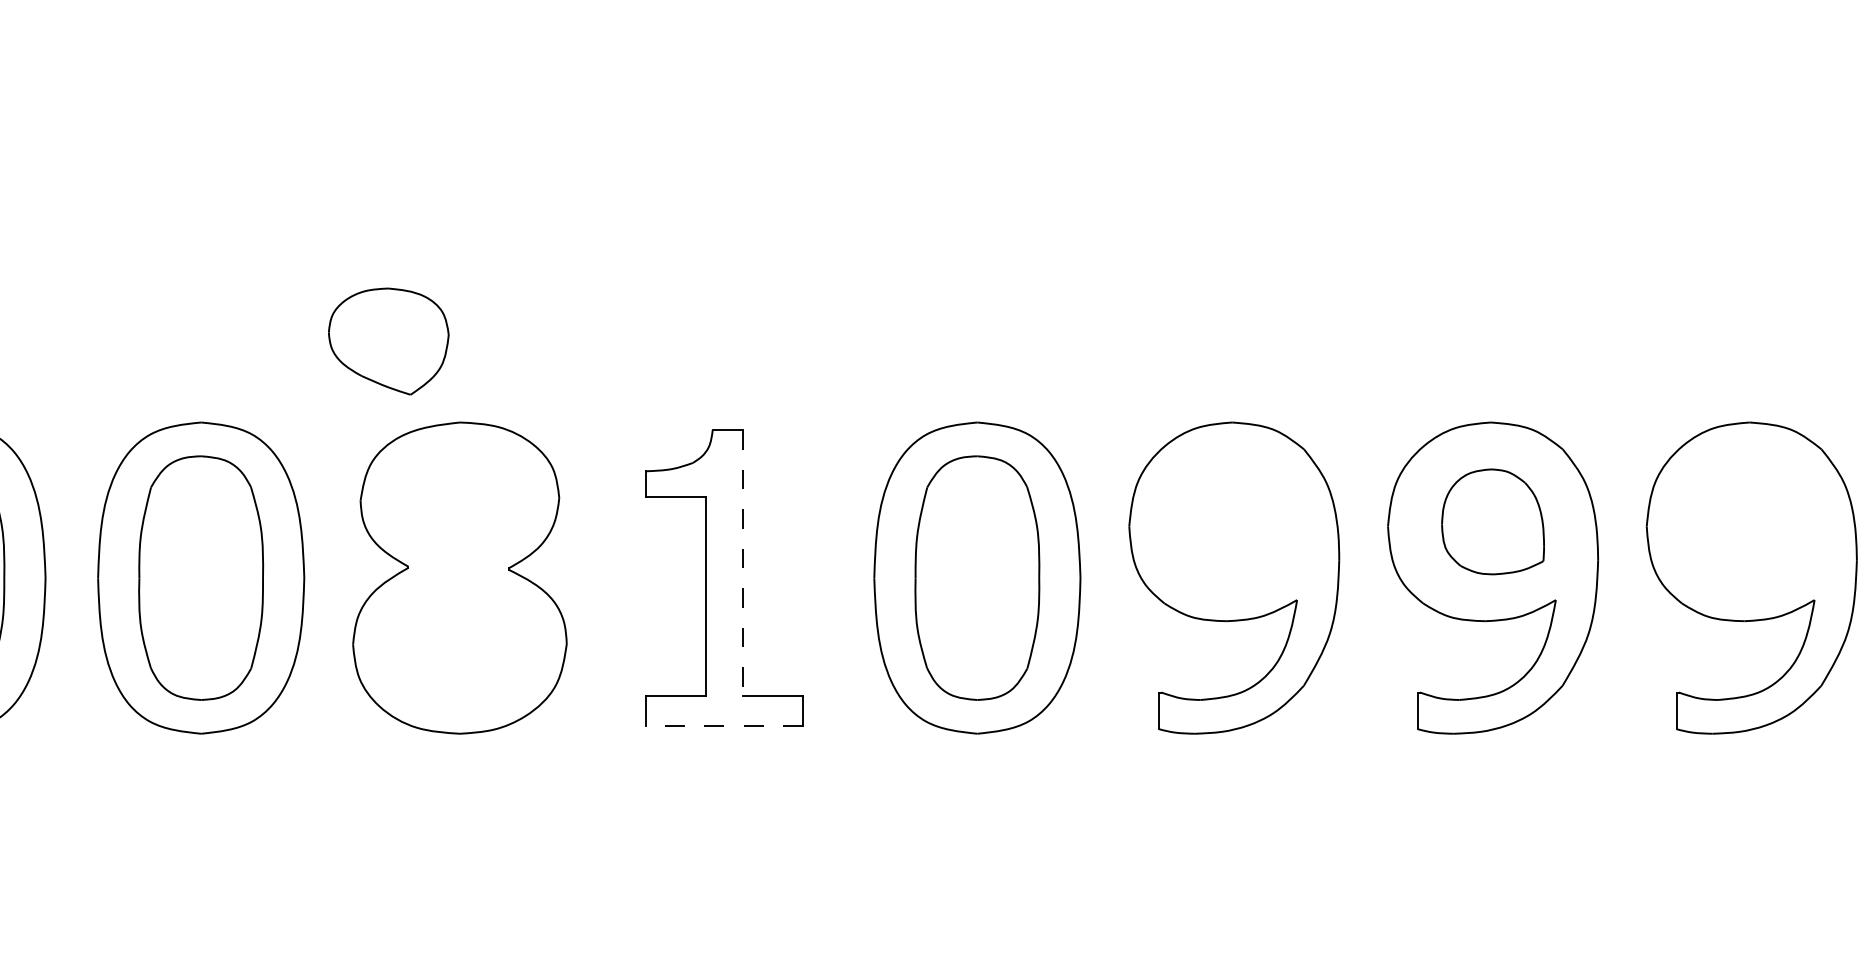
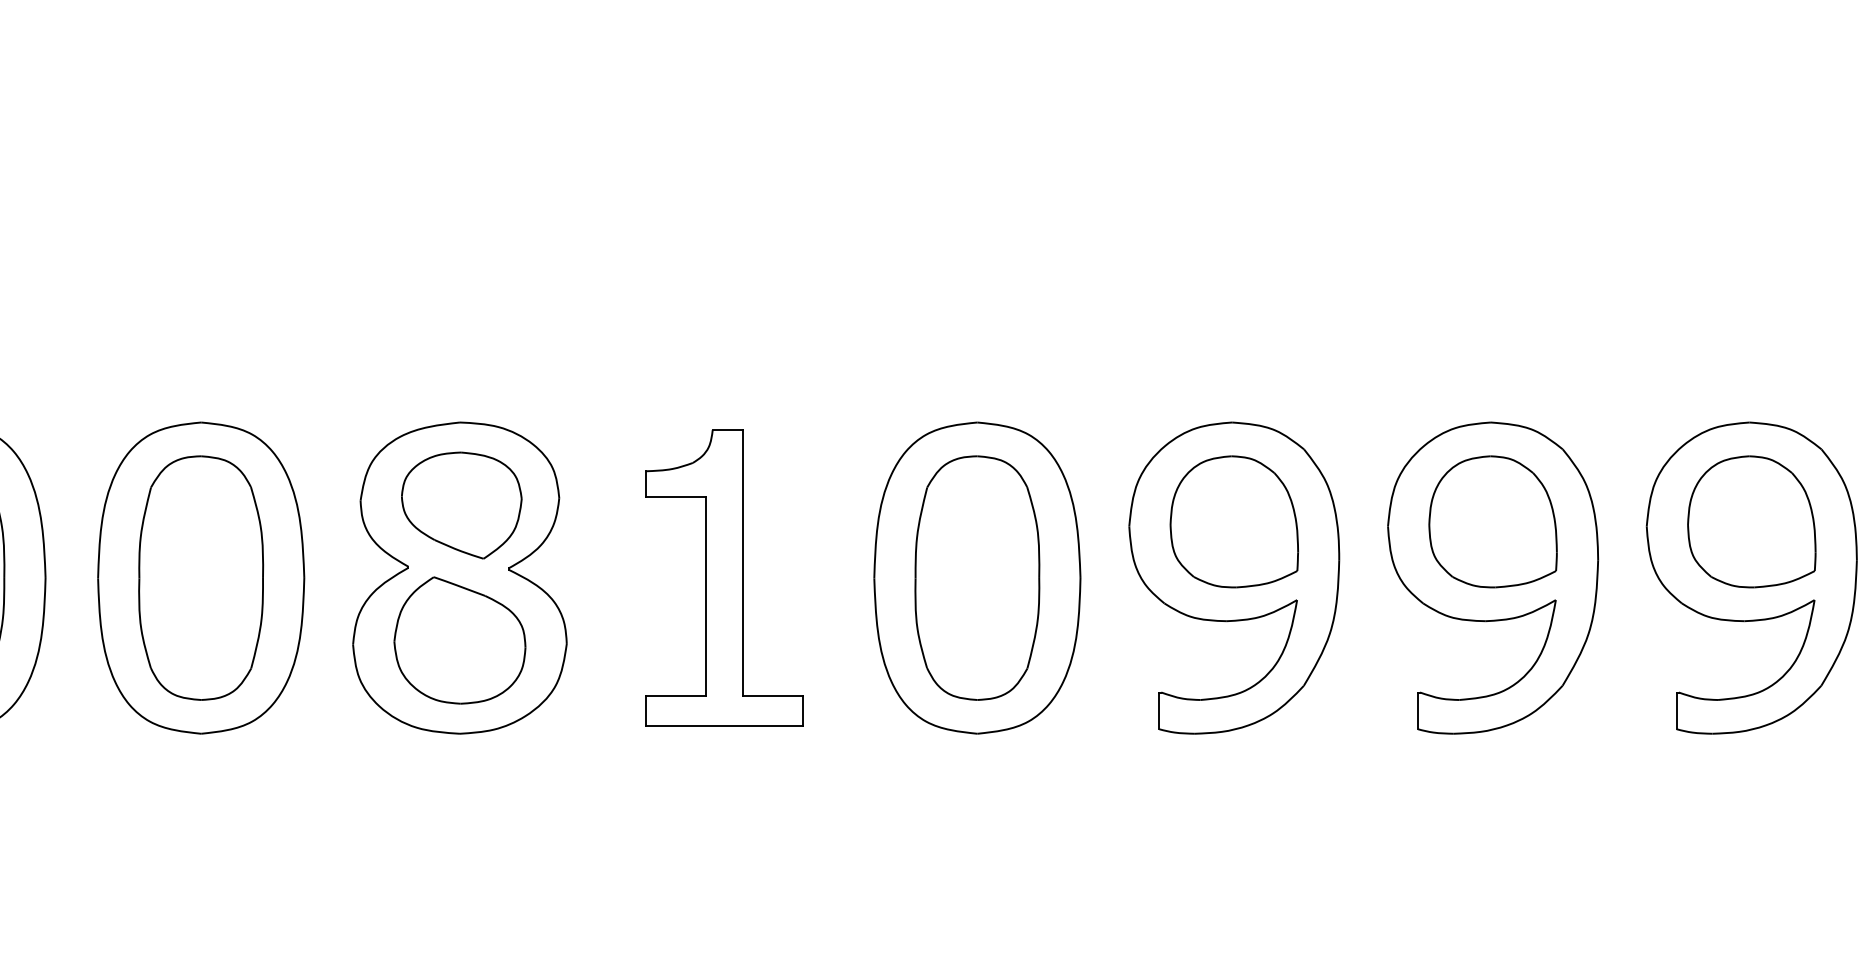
part at (388, 341) position: (388, 341) -> (461, 505)
part at (1233, 521): none -> present
part at (1492, 521) size: 104x108 px -> 130x134 px
part at (1751, 521): none -> present
line at (742, 563): dashed -> solid
part at (459, 640): none -> present
line at (724, 726): dashed -> solid
